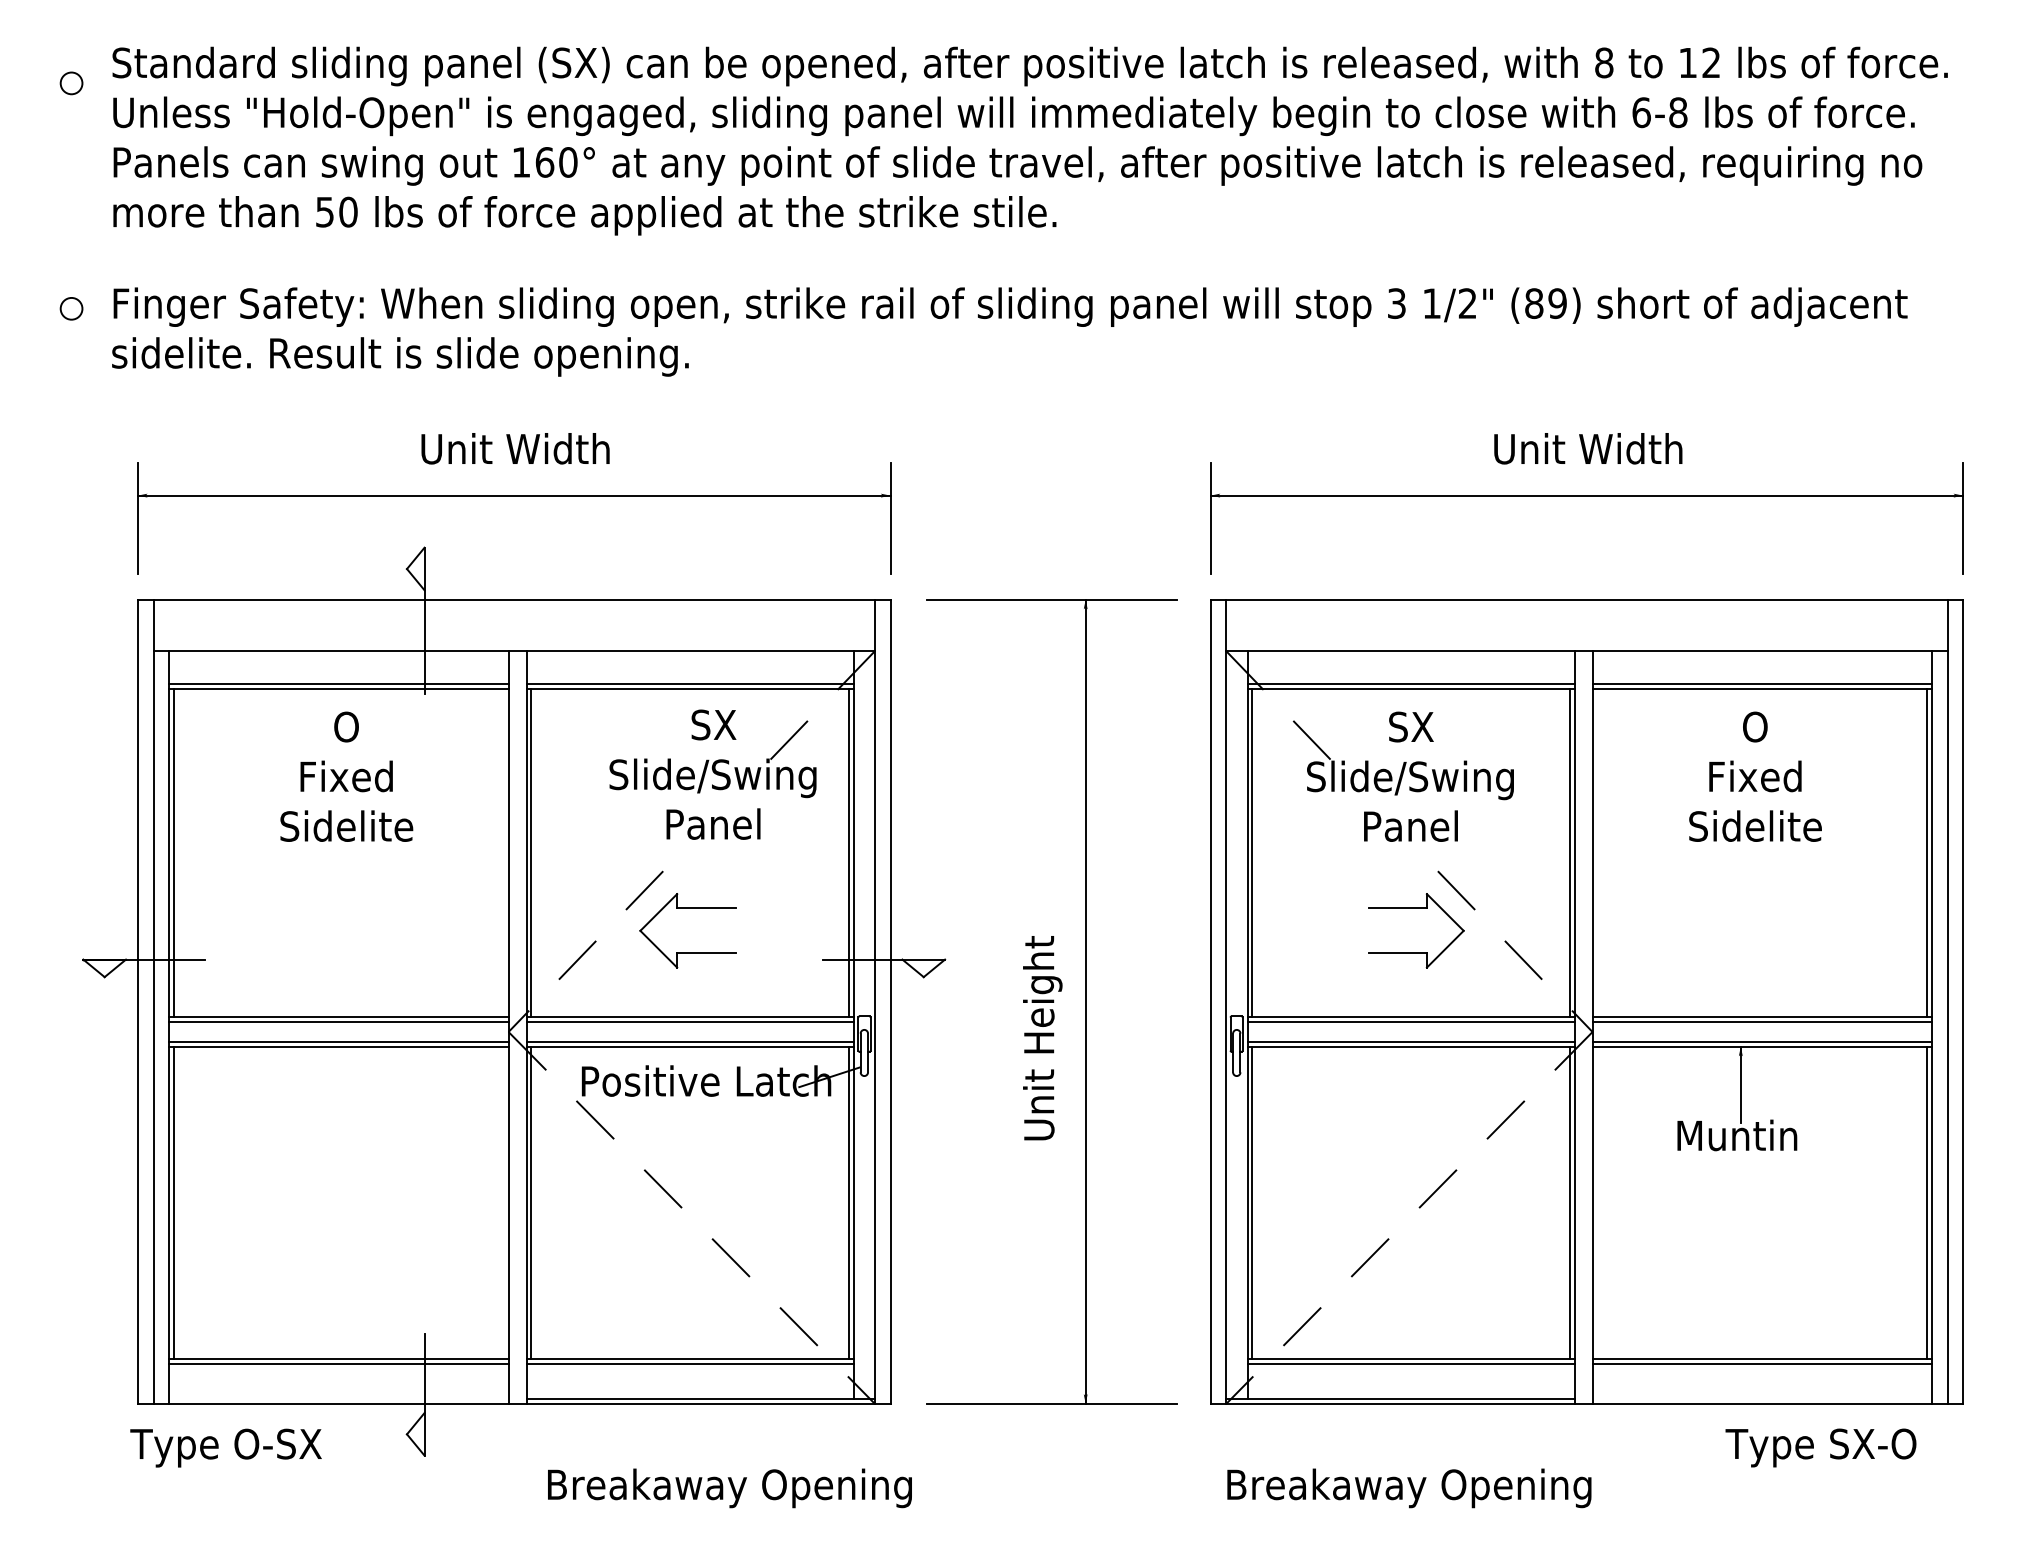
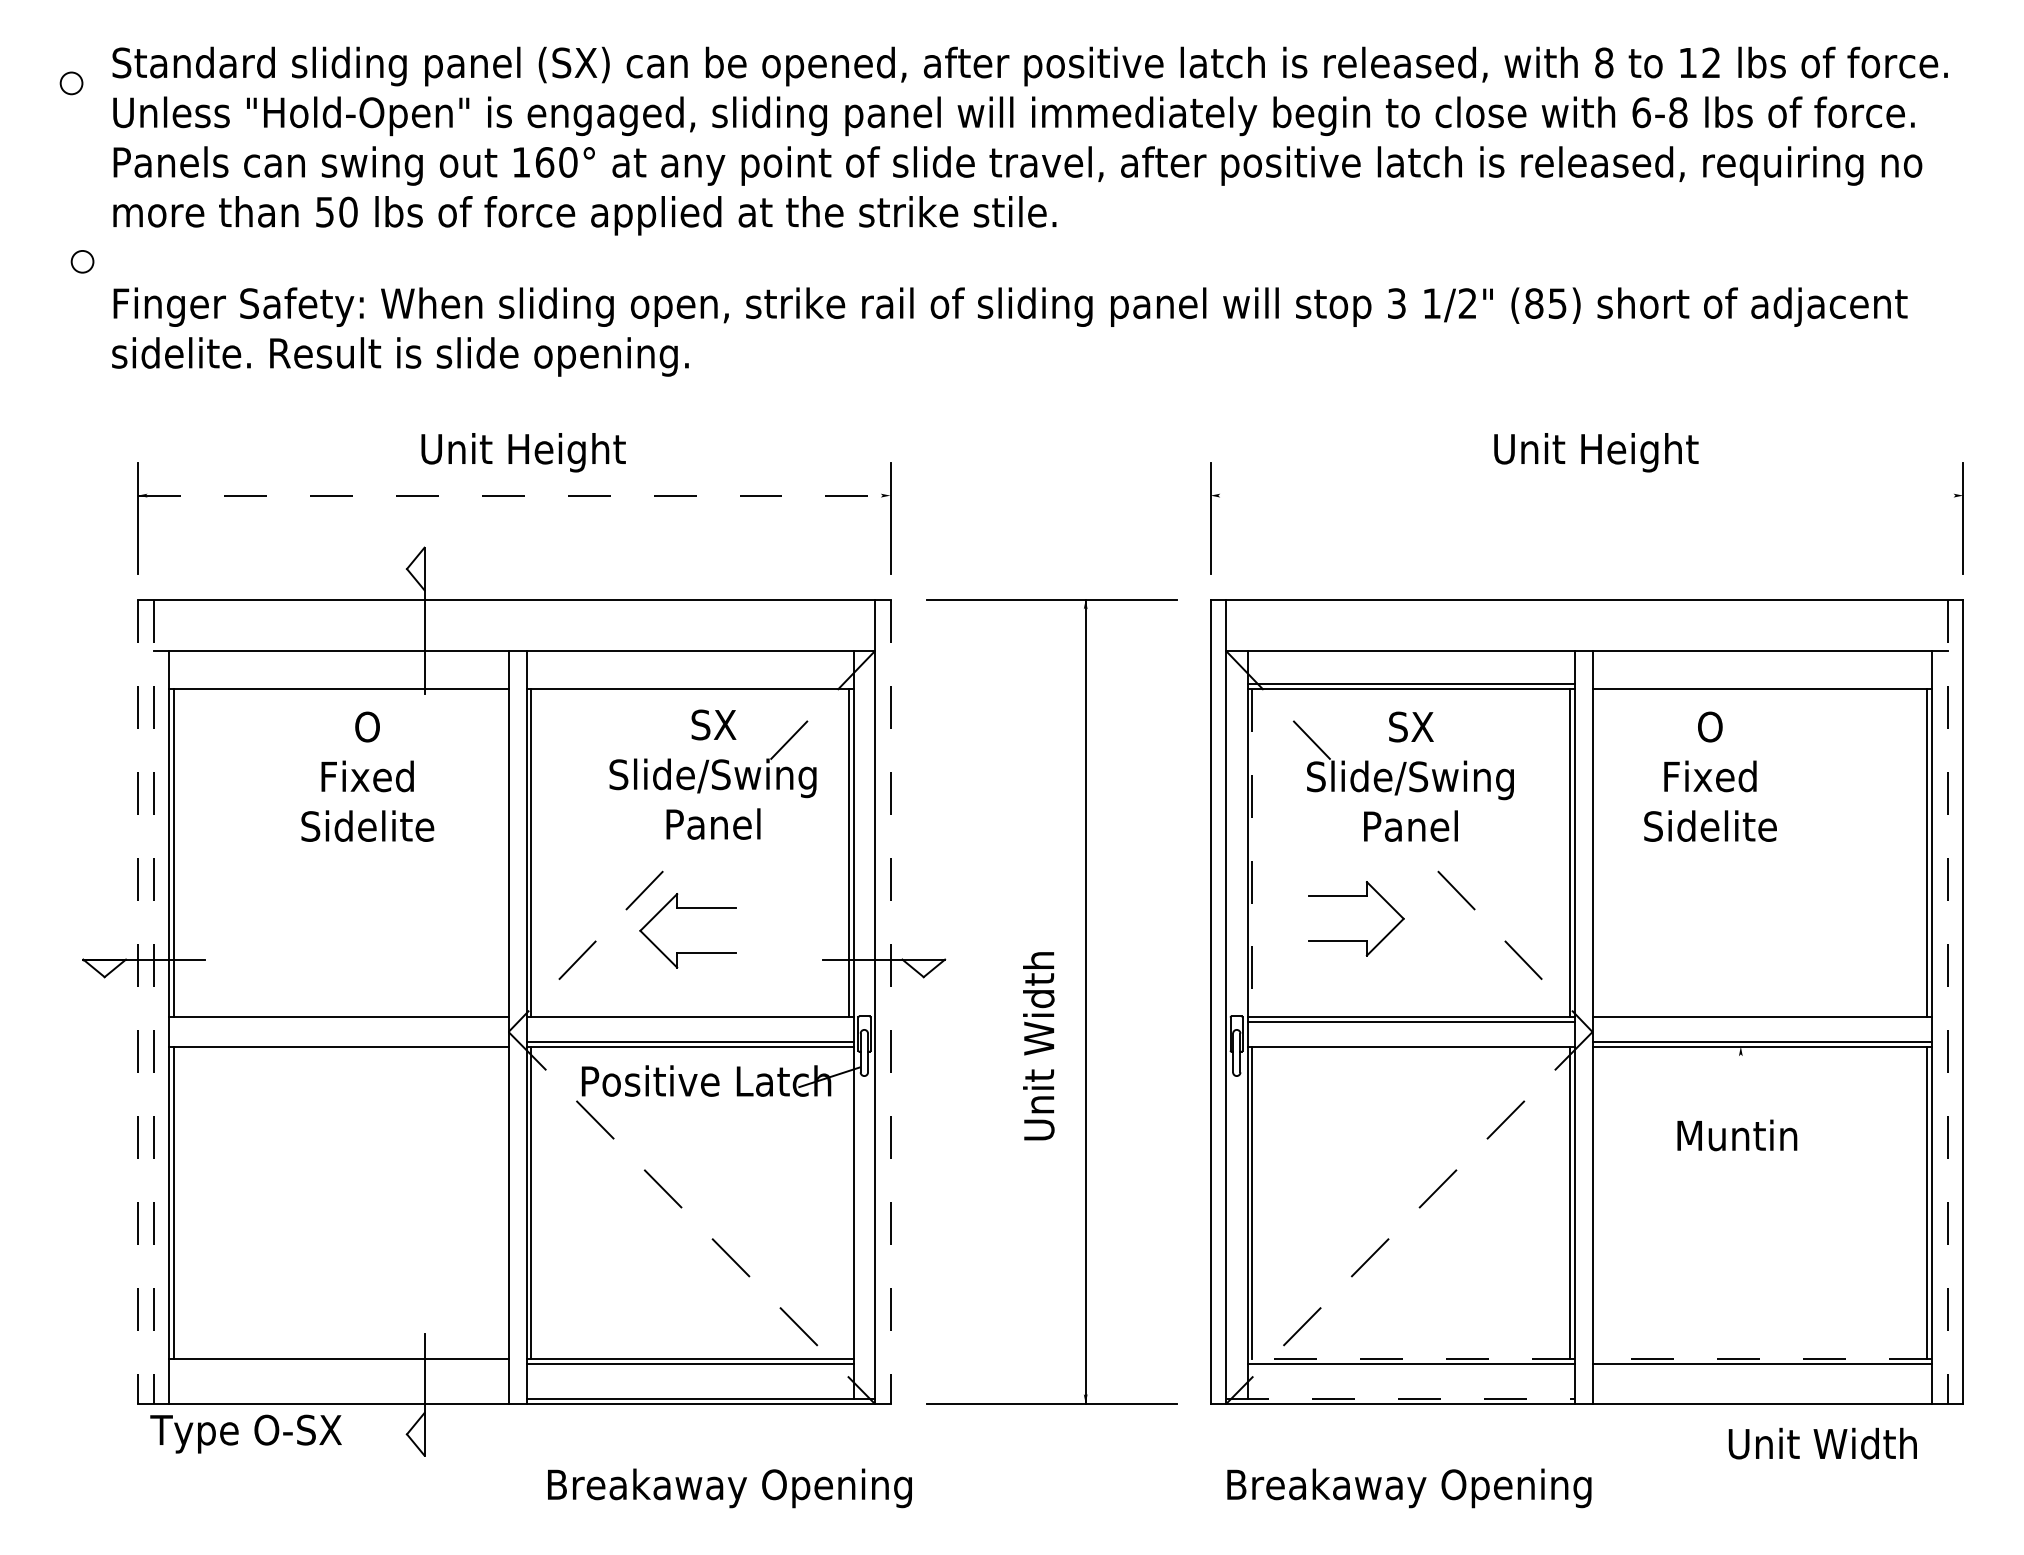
text at (1557, 303): (89) -> (85)
circle at (71, 308) position: (71, 308) -> (82, 261)
text at (565, 452): Unit Width -> Unit Height
text at (1638, 452): Unit Width -> Unit Height
line at (514, 495): solid -> dashed
line at (1586, 495): present -> none
line at (338, 684): present -> none
line at (689, 684): present -> none
line at (1761, 684): present -> none
text at (346, 776) position: (346, 776) -> (367, 776)
text at (1755, 776) position: (1755, 776) -> (1710, 776)
line at (1252, 853): solid -> dashed
part at (1416, 908) position: (1416, 908) -> (1356, 896)
text at (1042, 995): Unit Height -> Unit Width
line at (137, 1001): solid -> dashed
line at (153, 1001): solid -> dashed
line at (890, 1001): solid -> dashed
line at (1947, 1001): solid -> dashed
line at (338, 1021): present -> none
line at (689, 1021): present -> none
line at (1761, 1021): present -> none
line at (338, 1042): present -> none
line at (1410, 1042): present -> none
line at (1740, 1084): present -> none
line at (849, 1202): present -> none
line at (1411, 1359): solid -> dashed
line at (1762, 1359): solid -> dashed
line at (338, 1363): present -> none
line at (1400, 1399): solid -> dashed
text at (225, 1447) position: (225, 1447) -> (245, 1433)
text at (1820, 1447): Type SX-O -> Unit Width
